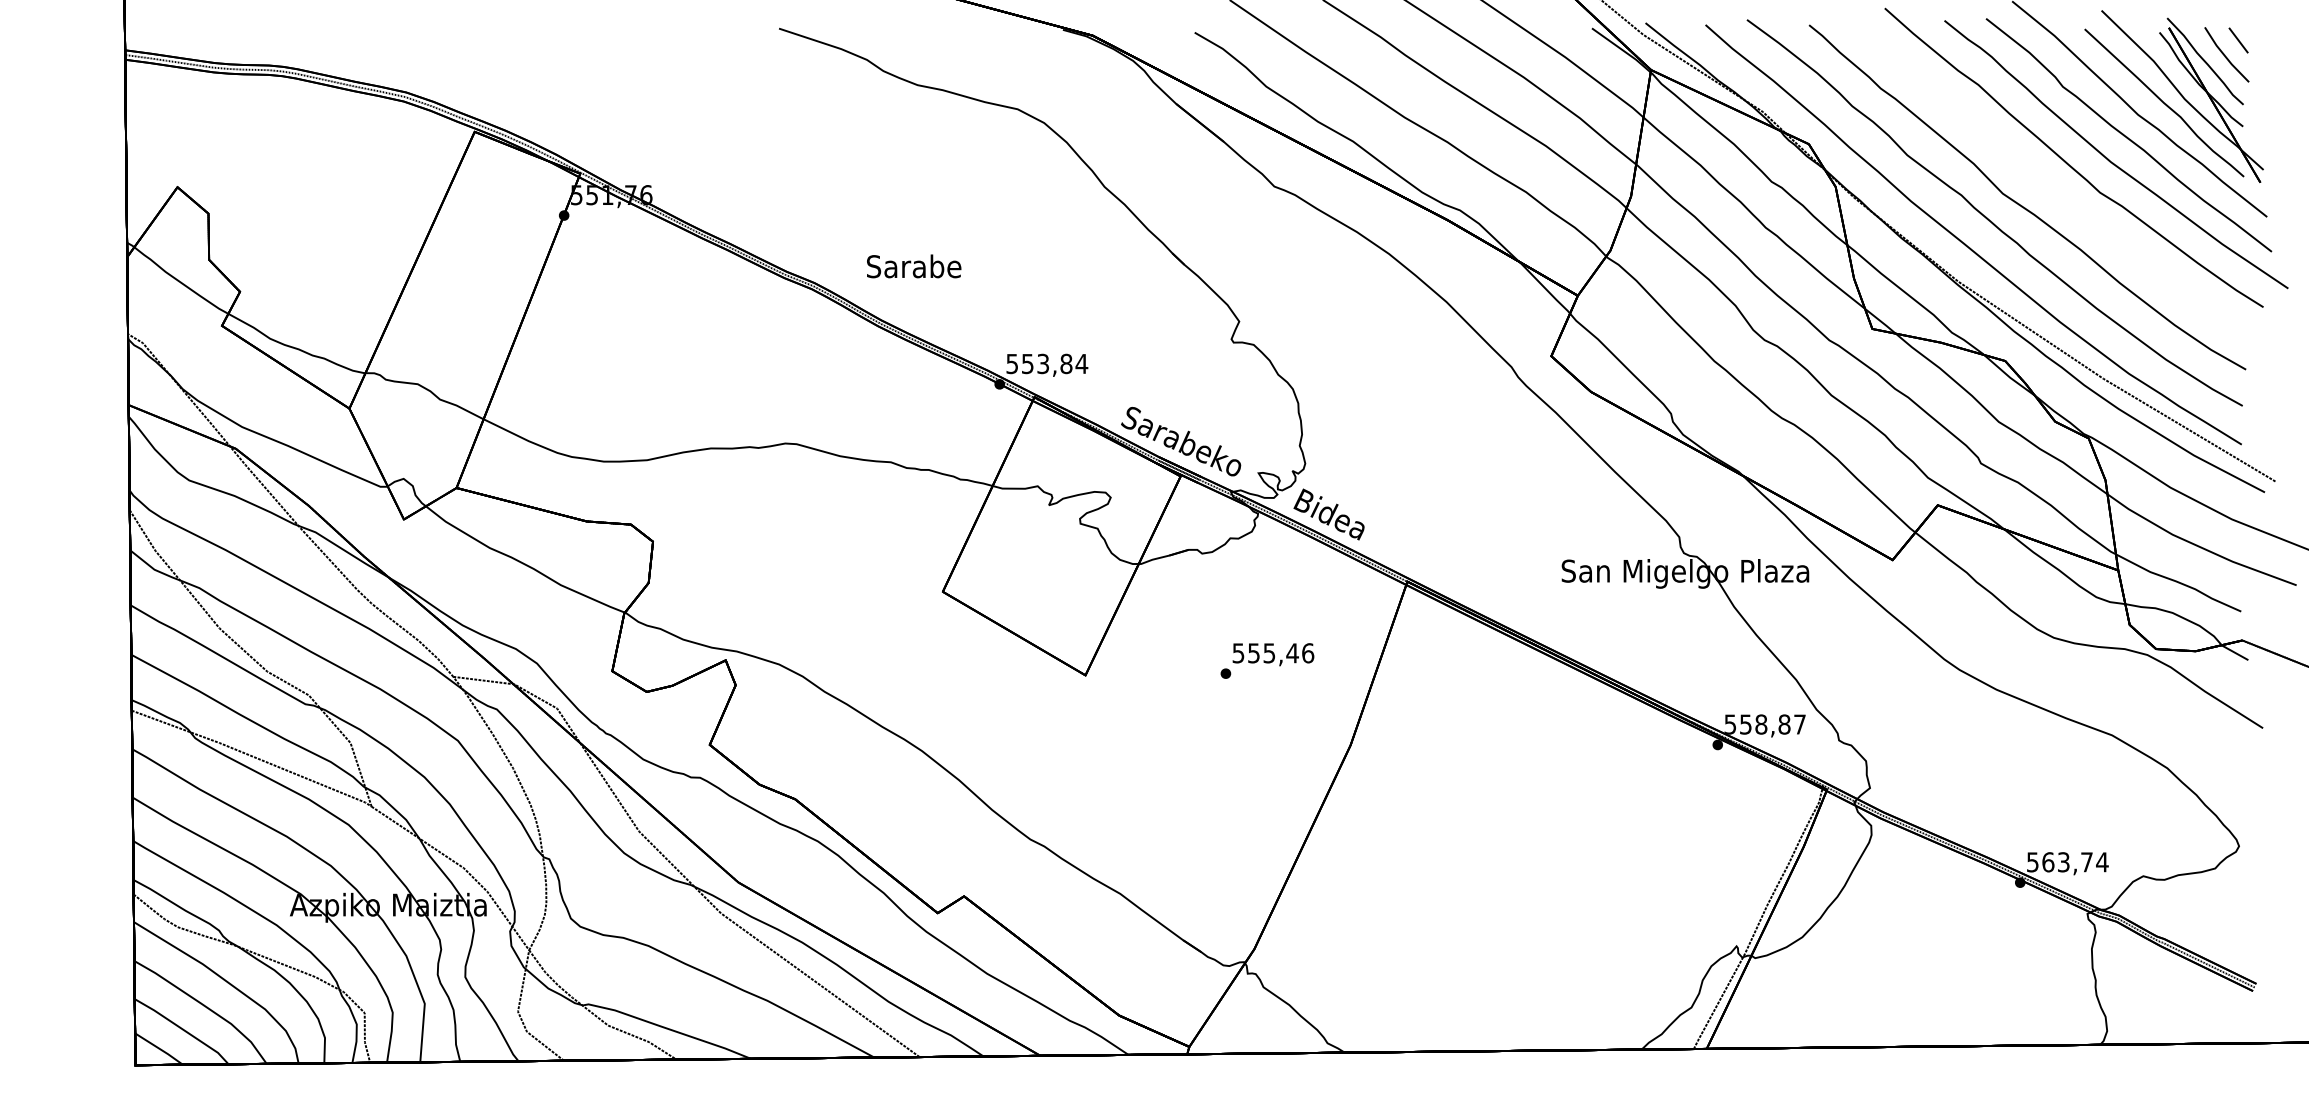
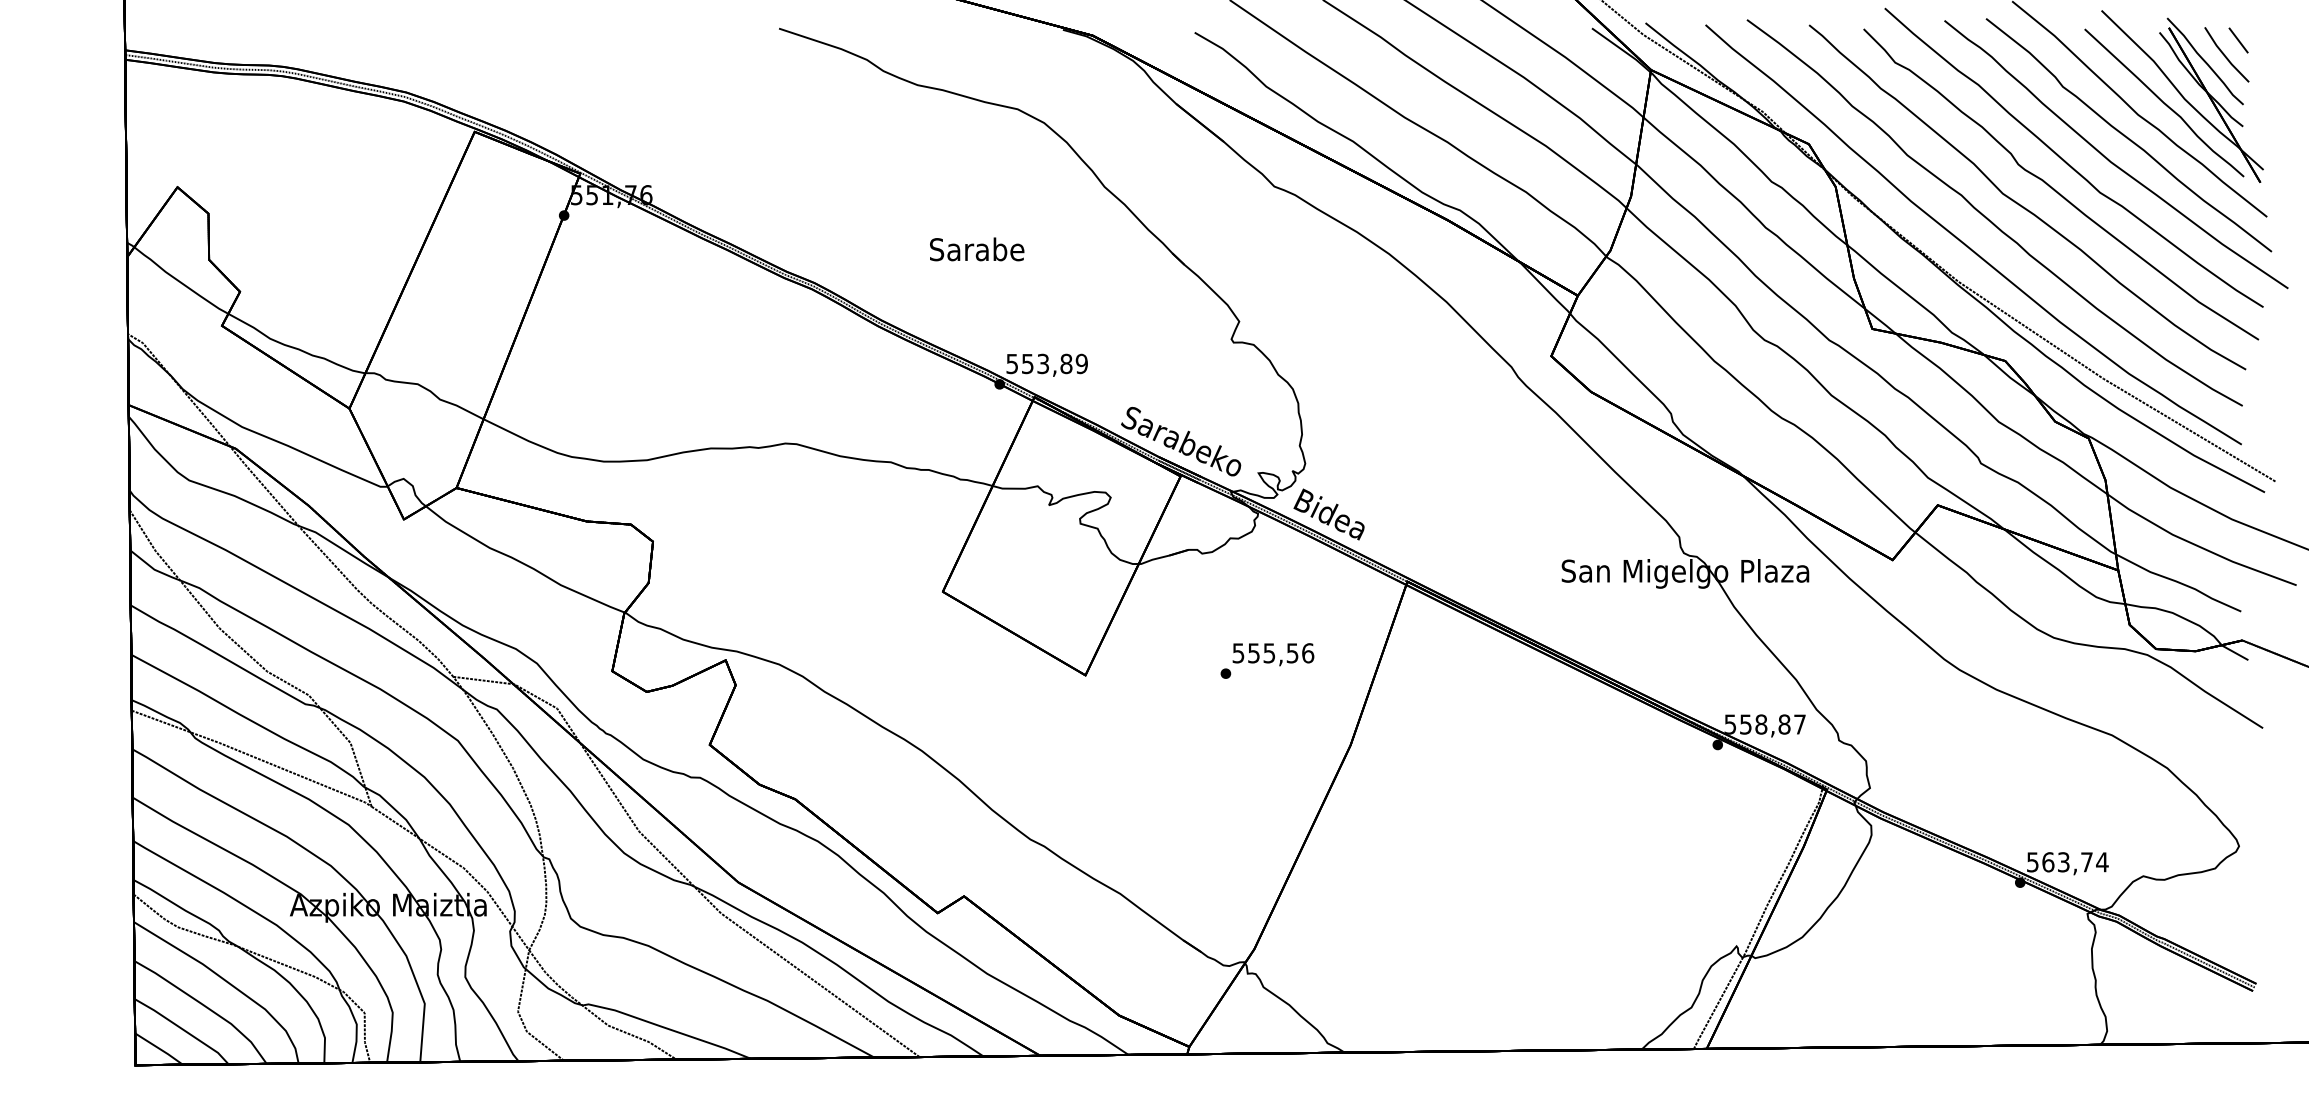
part at (2055, 189): none -> present
text at (914, 266) position: (914, 266) -> (977, 249)
text at (1081, 363): 553,84 -> 553,89
text at (1292, 653): 555,46 -> 555,56
